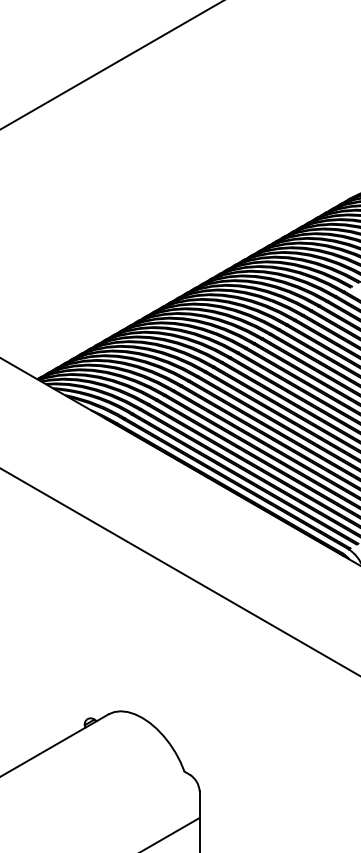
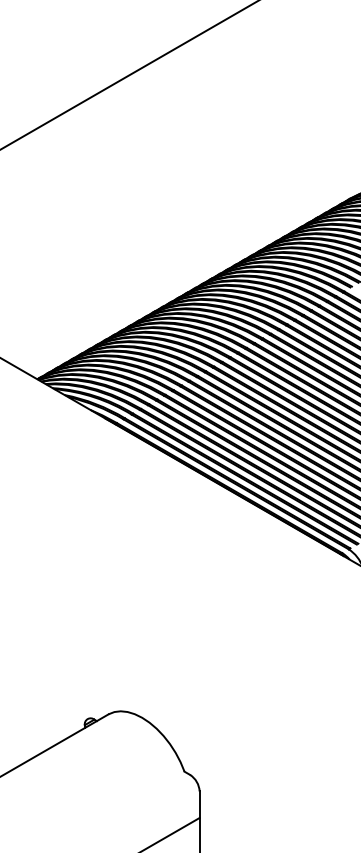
line at (111, 65) position: (111, 65) -> (129, 75)
line at (179, 571): present -> none
